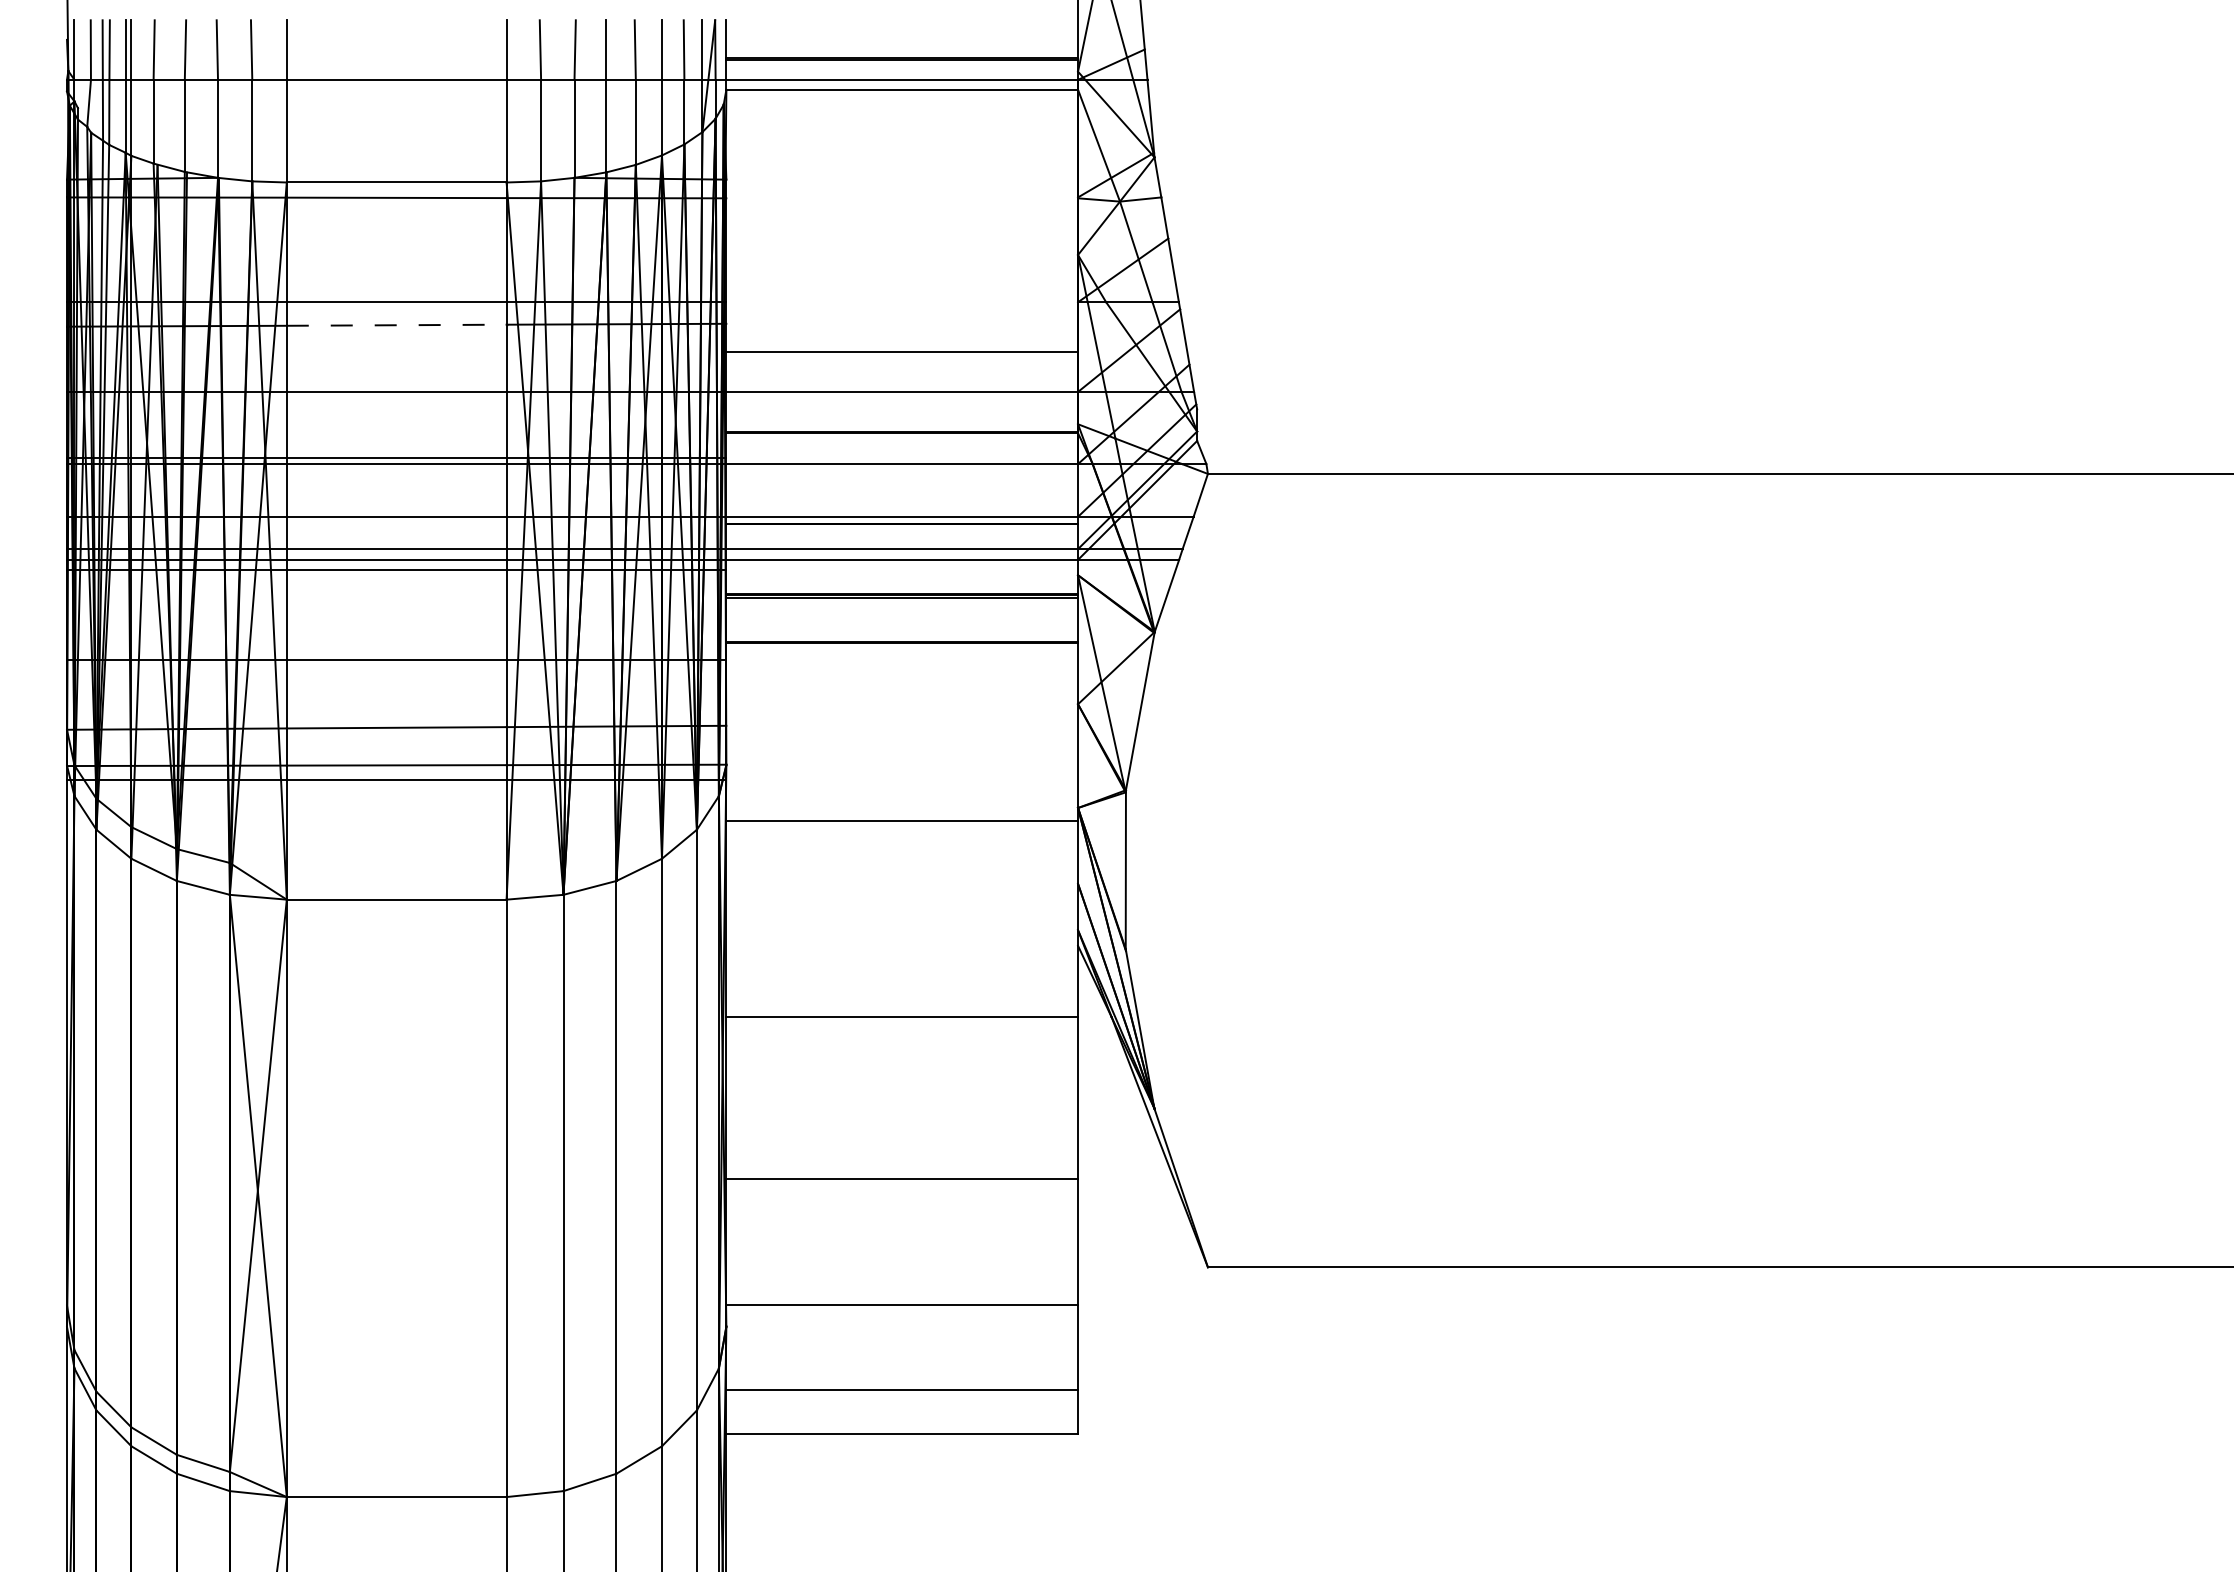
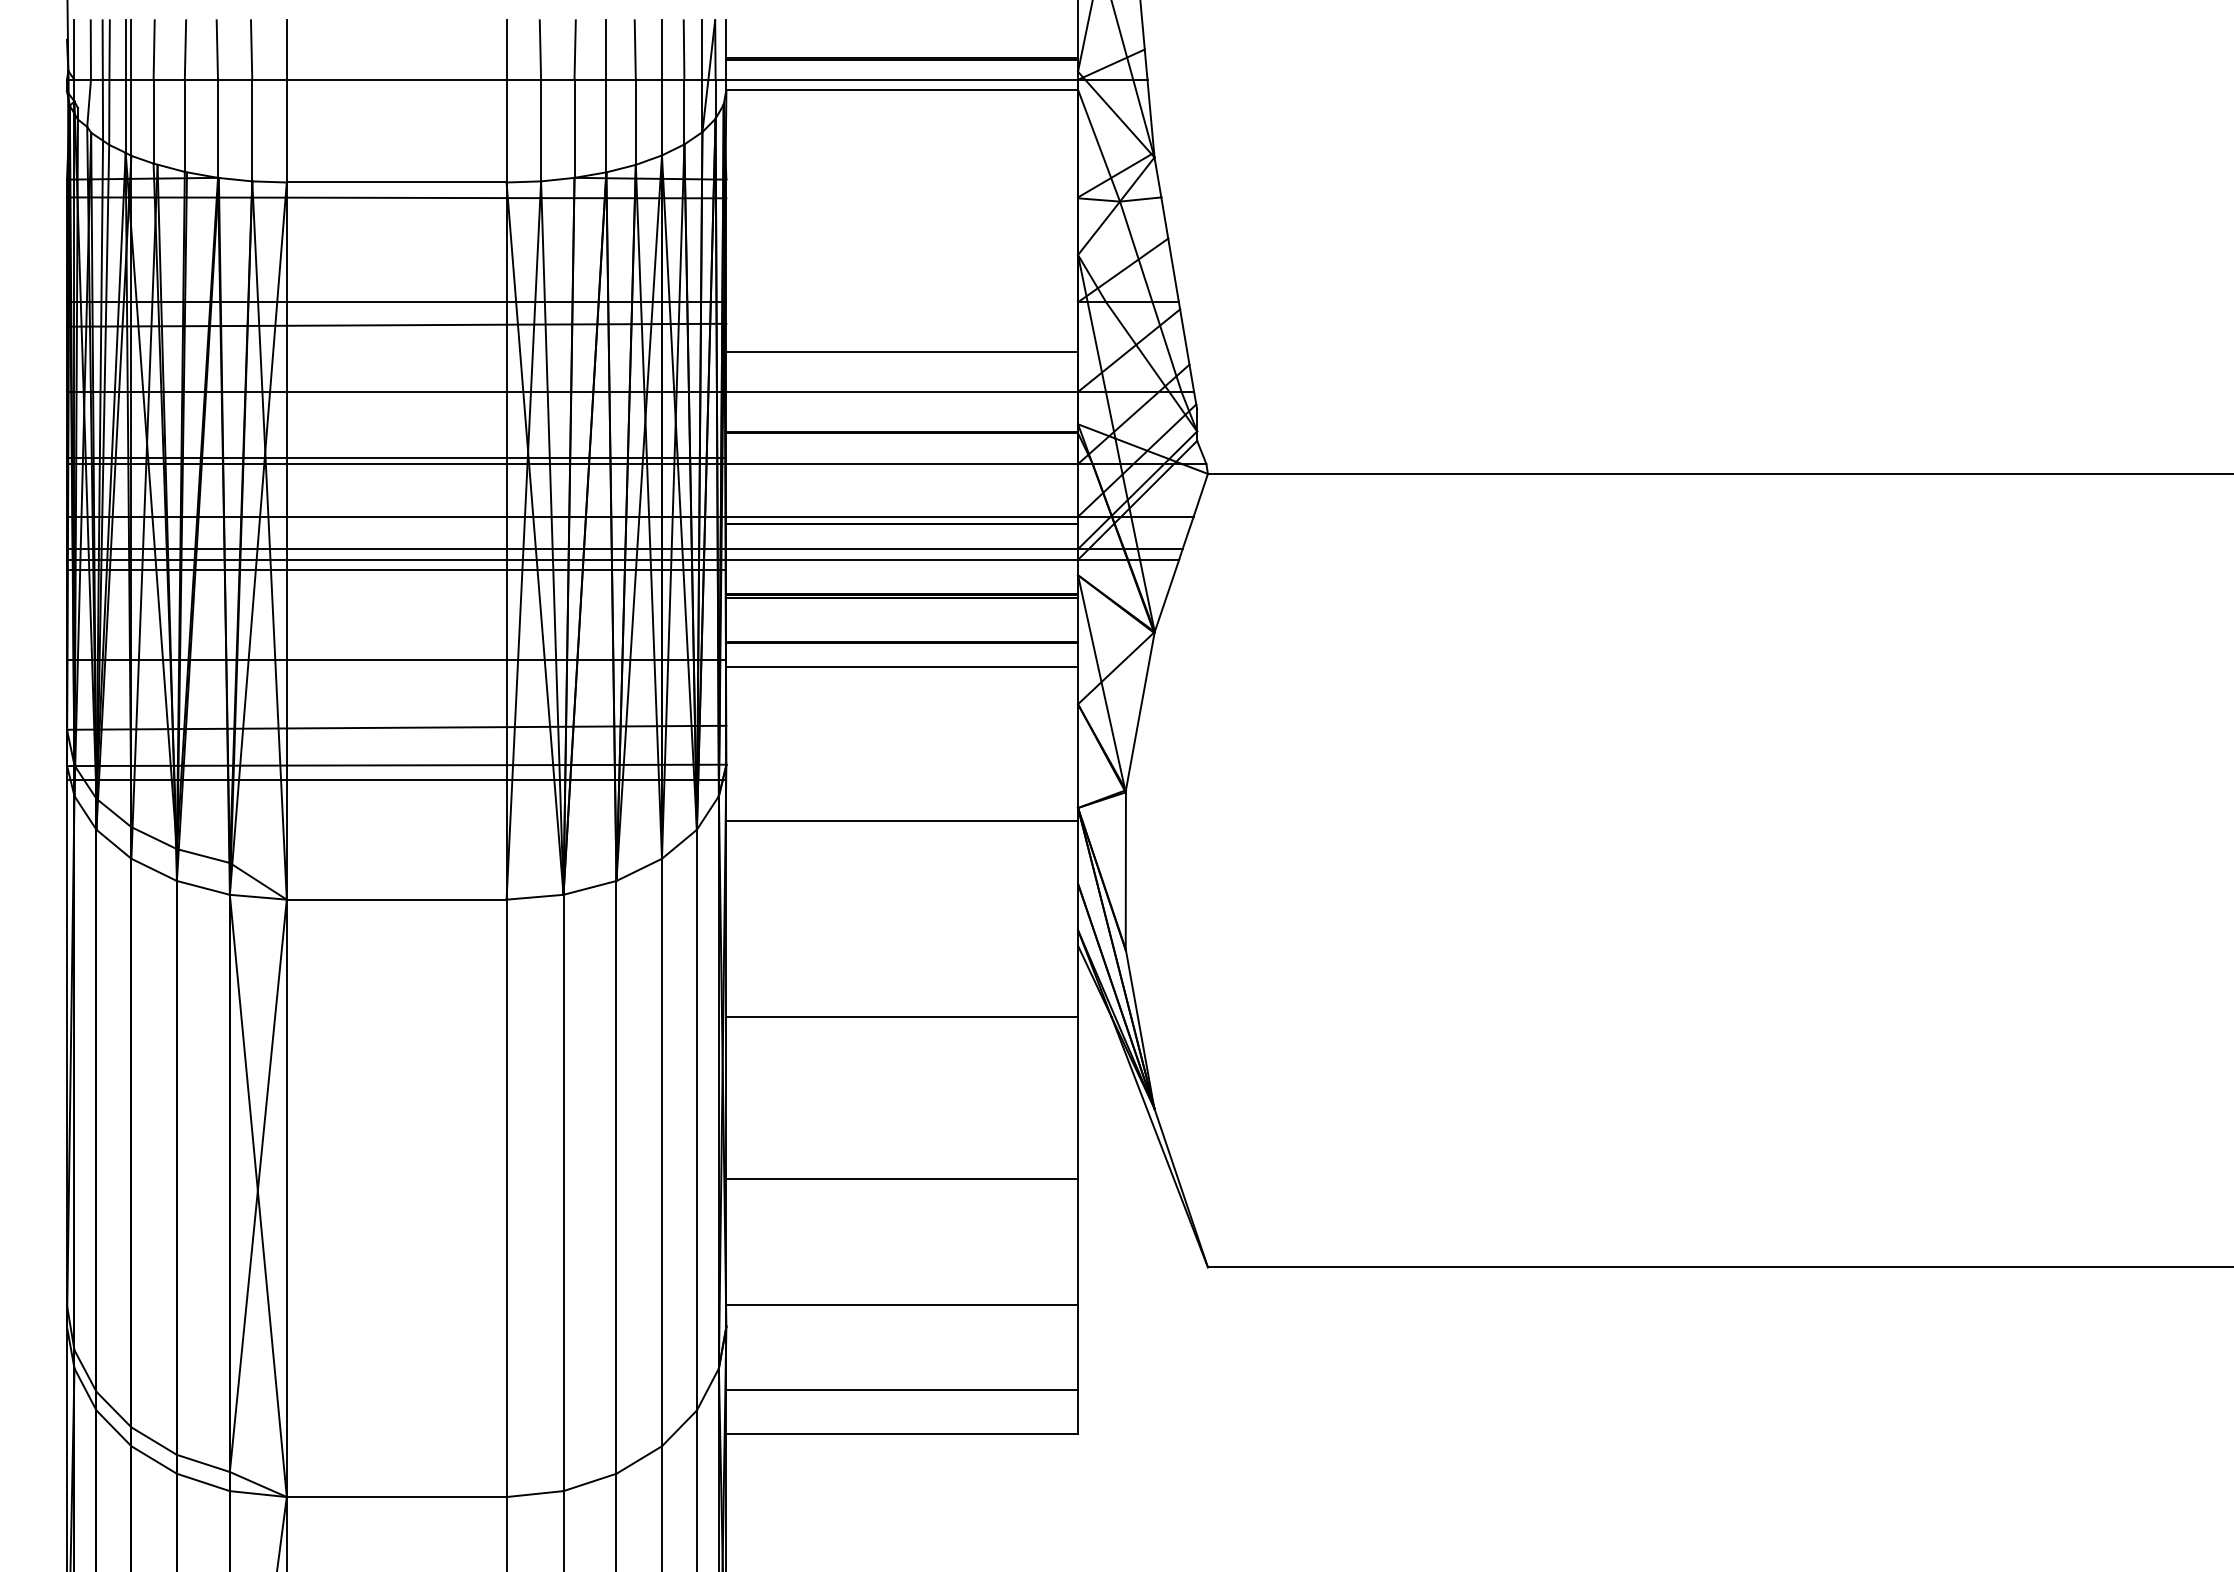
line at (396, 325): dashed -> solid
line at (902, 666): none -> present
